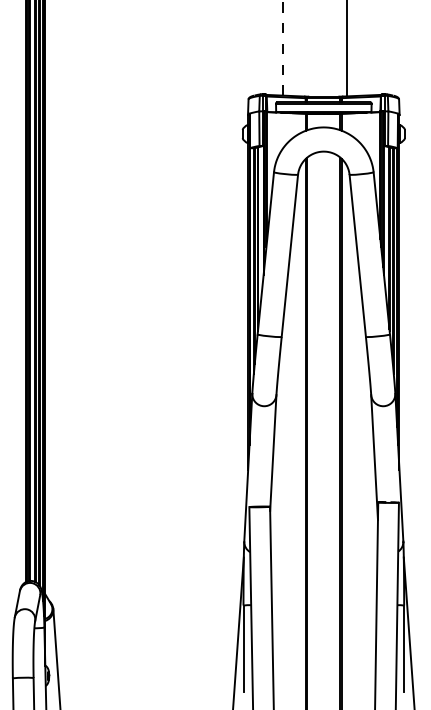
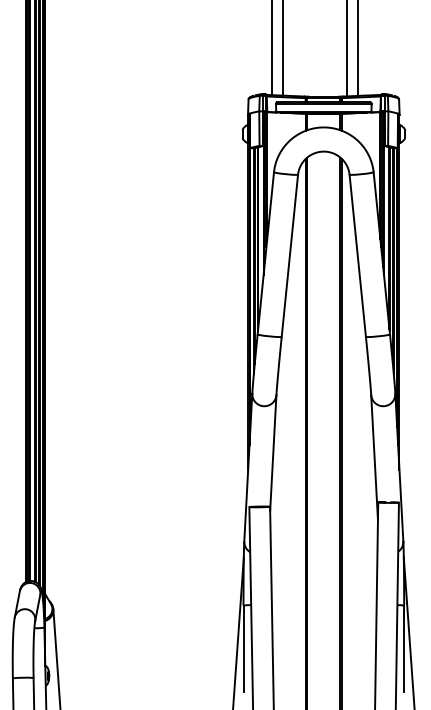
line at (283, 47): dashed -> solid
line at (272, 48): none -> present
line at (358, 48): none -> present
